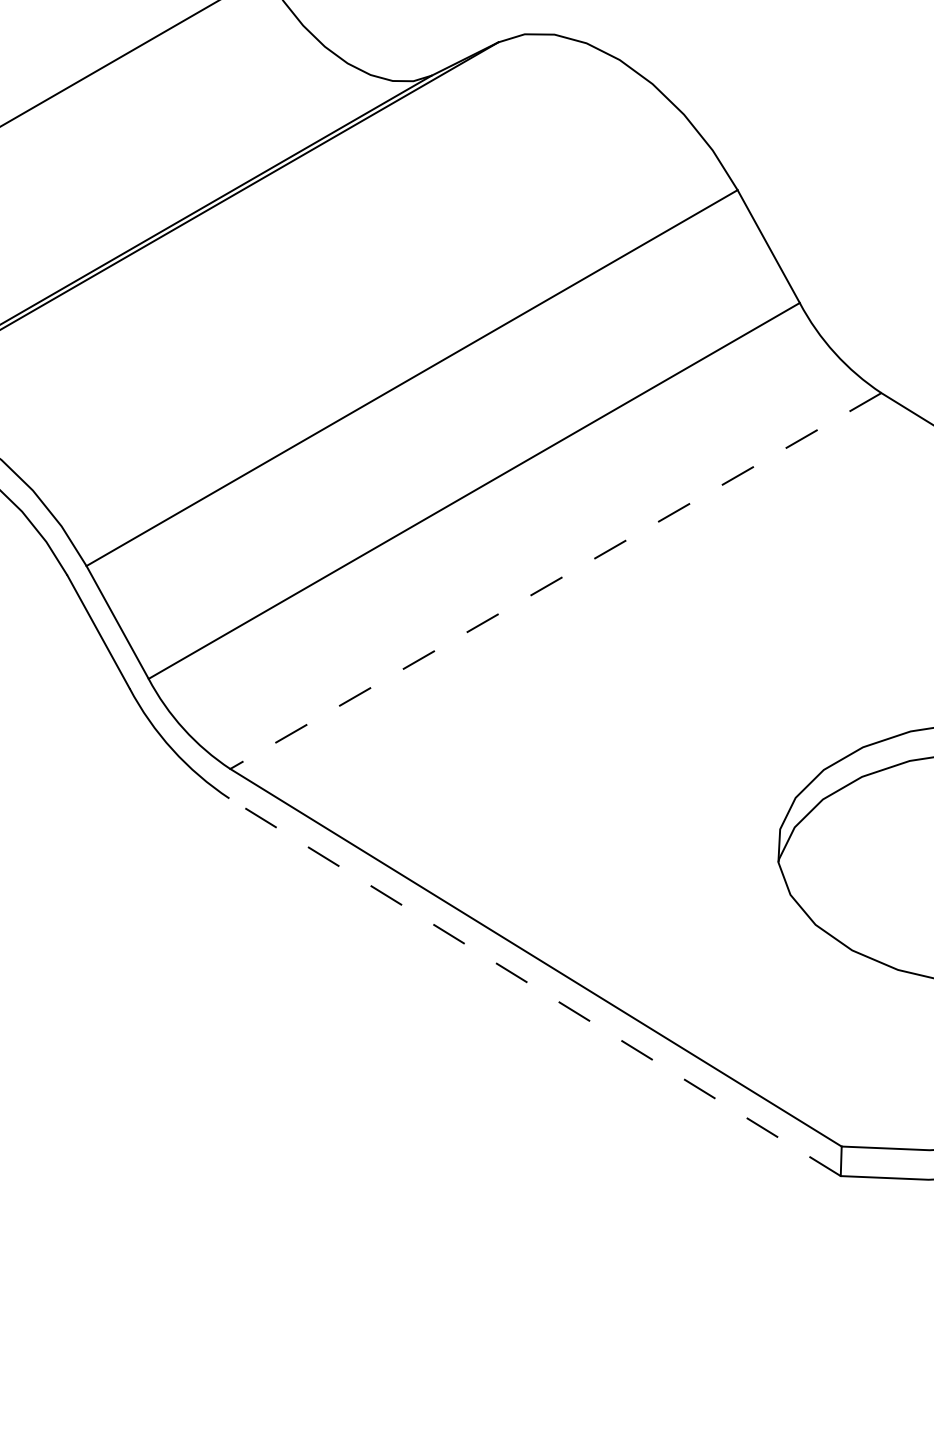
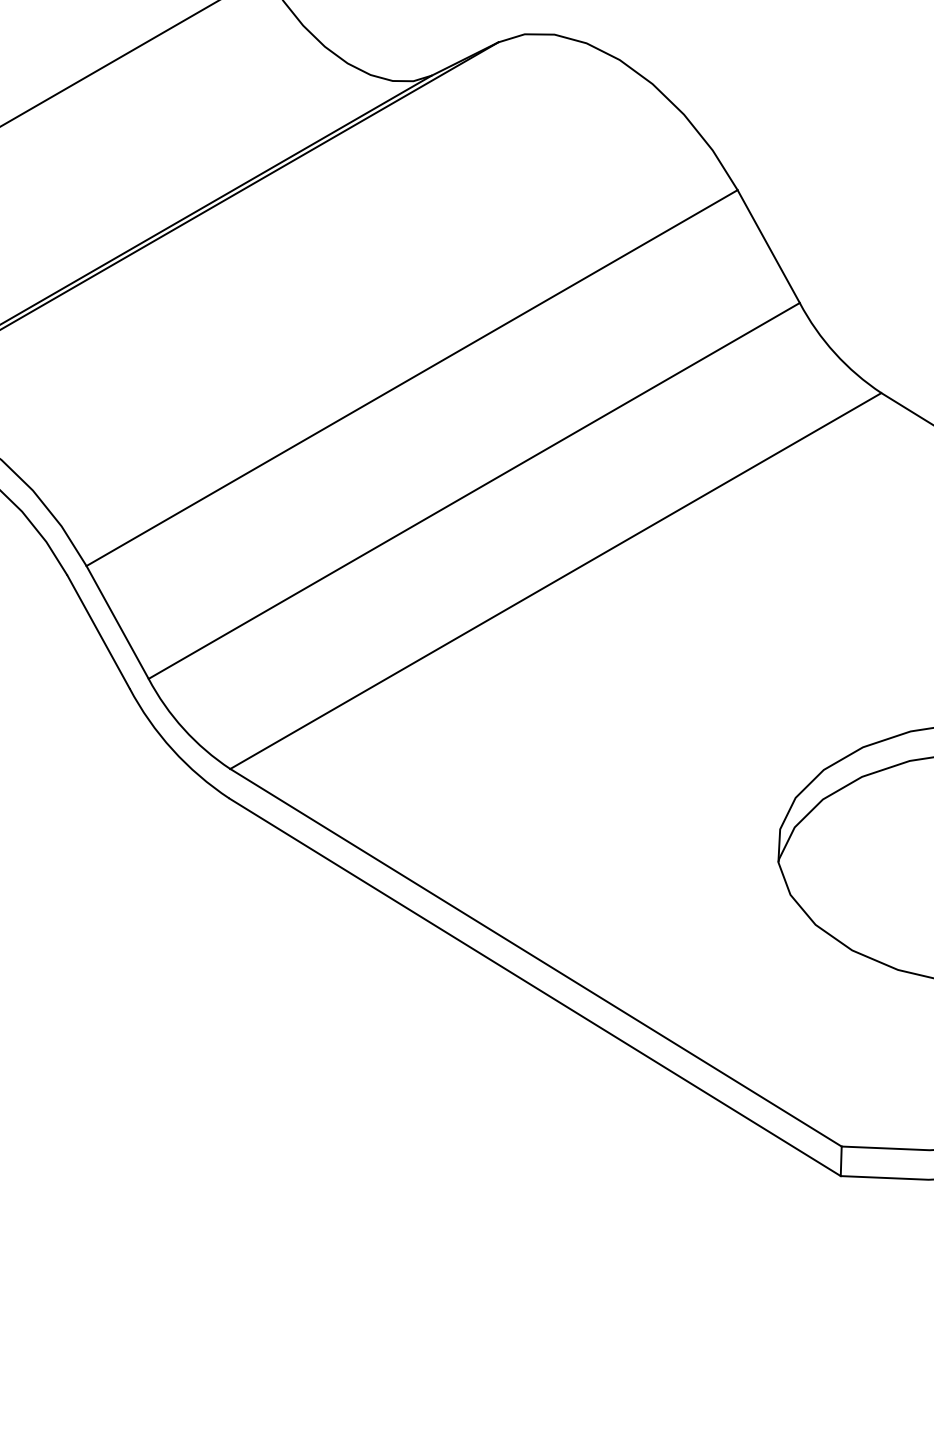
line at (555, 581): dashed -> solid
line at (534, 987): dashed -> solid
